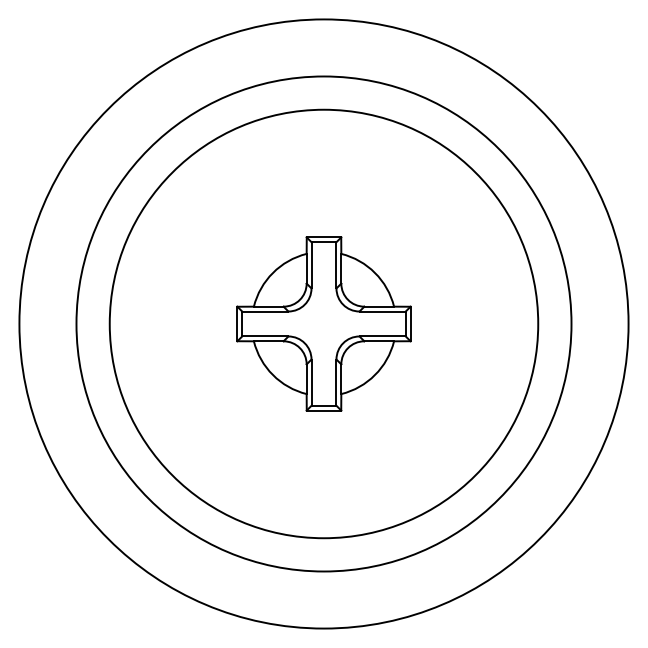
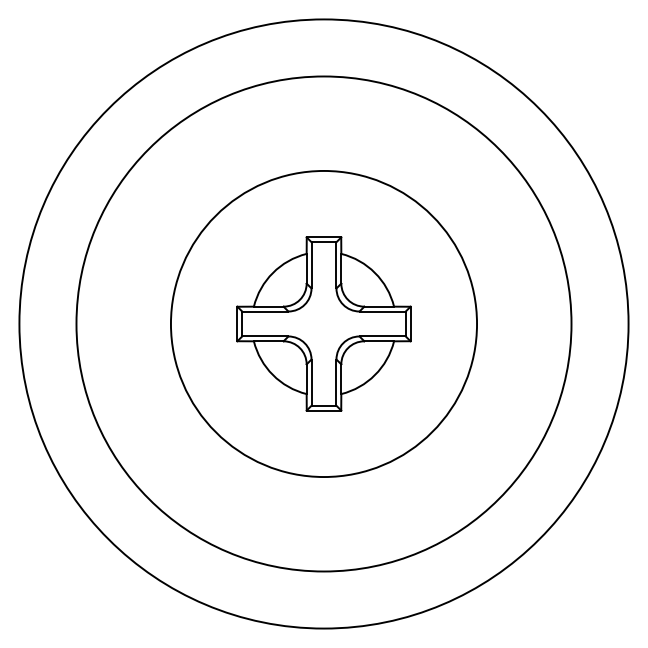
circle at (323, 323) diameter: 428 px -> 306 px
